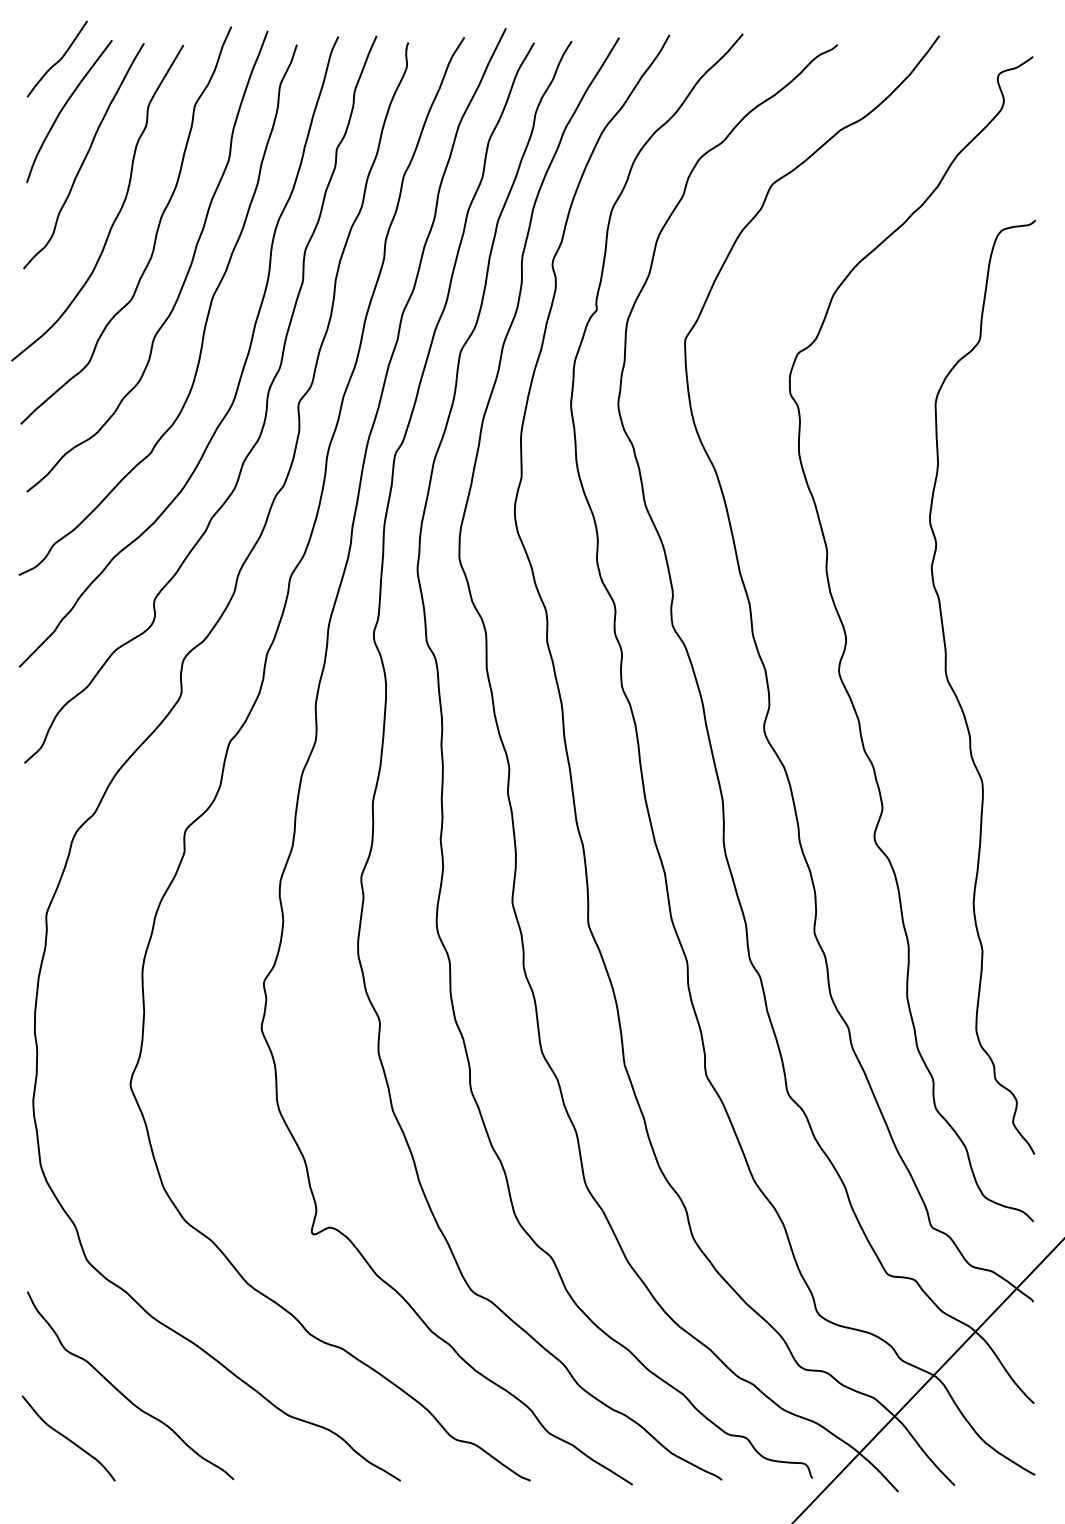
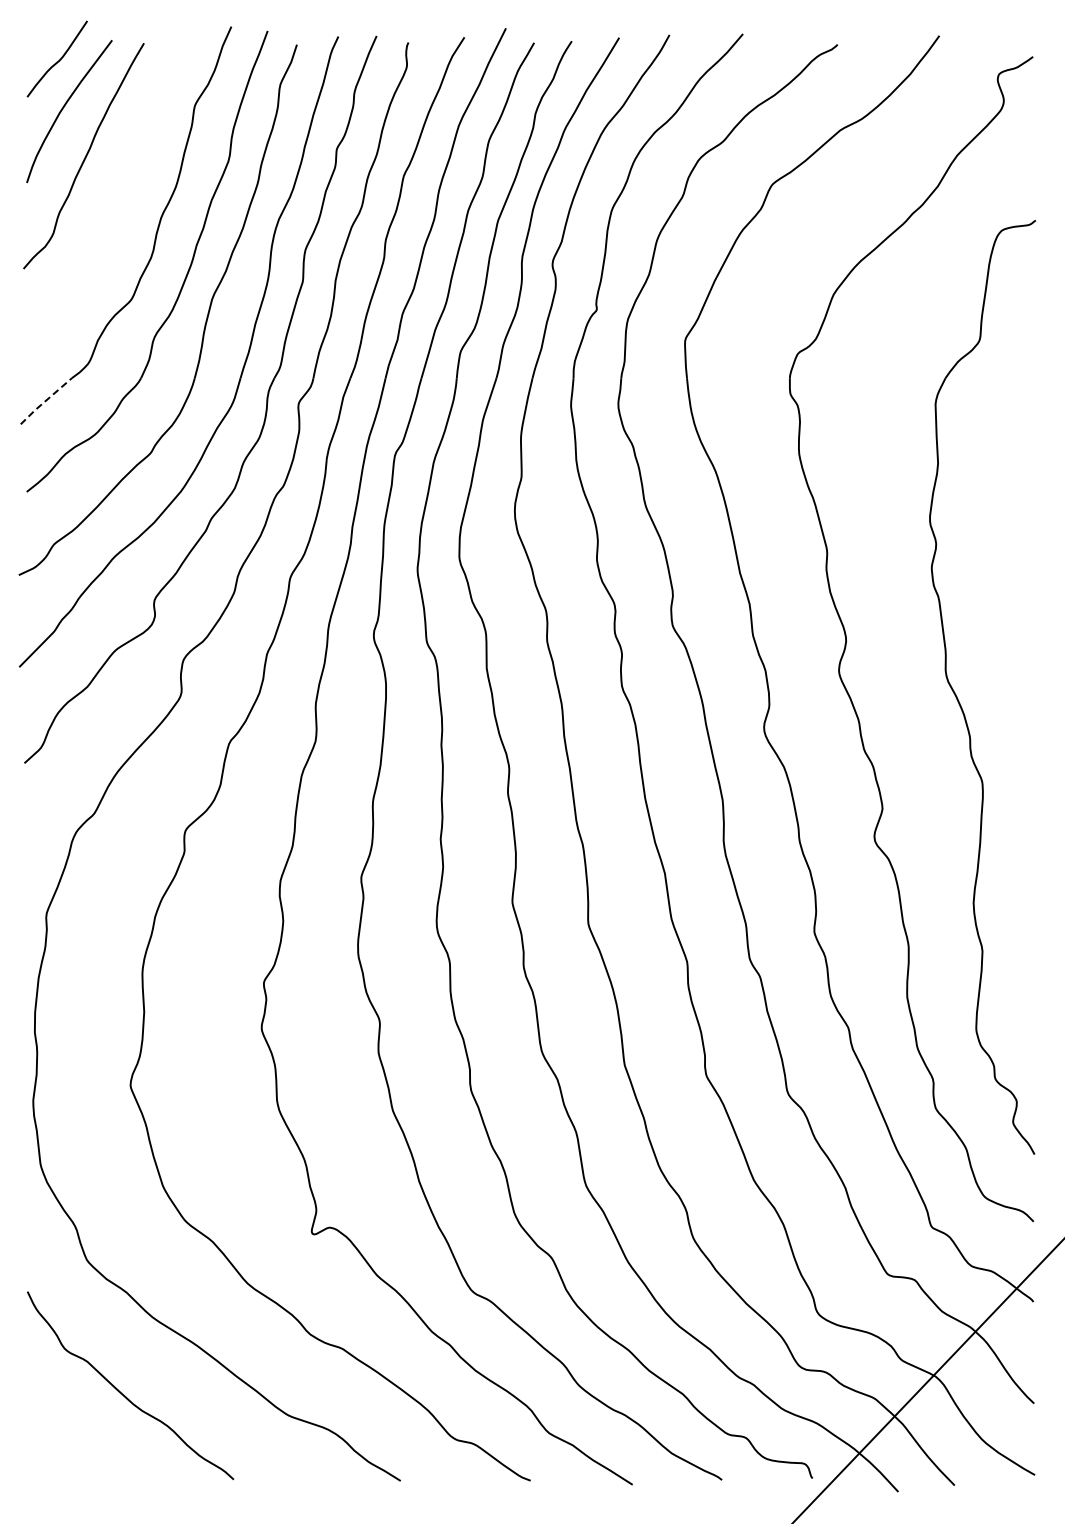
curve at (117, 213): present -> none
line at (45, 401): solid -> dashed
curve at (68, 1438): present -> none
